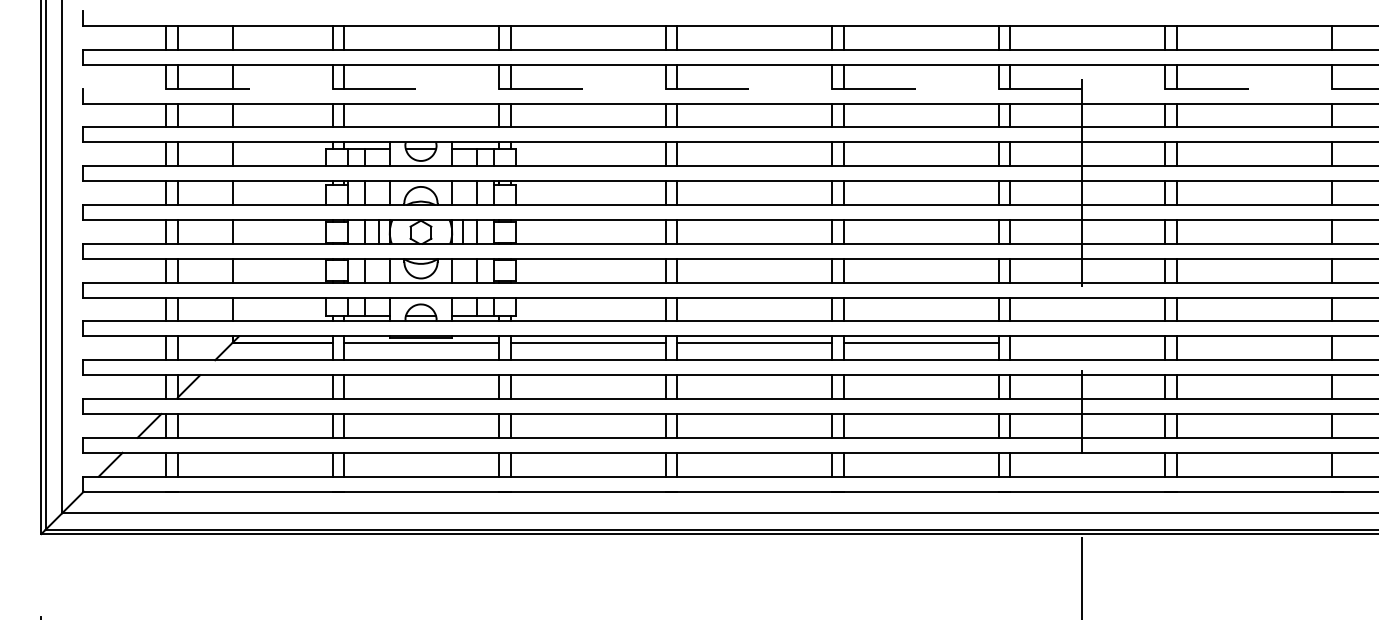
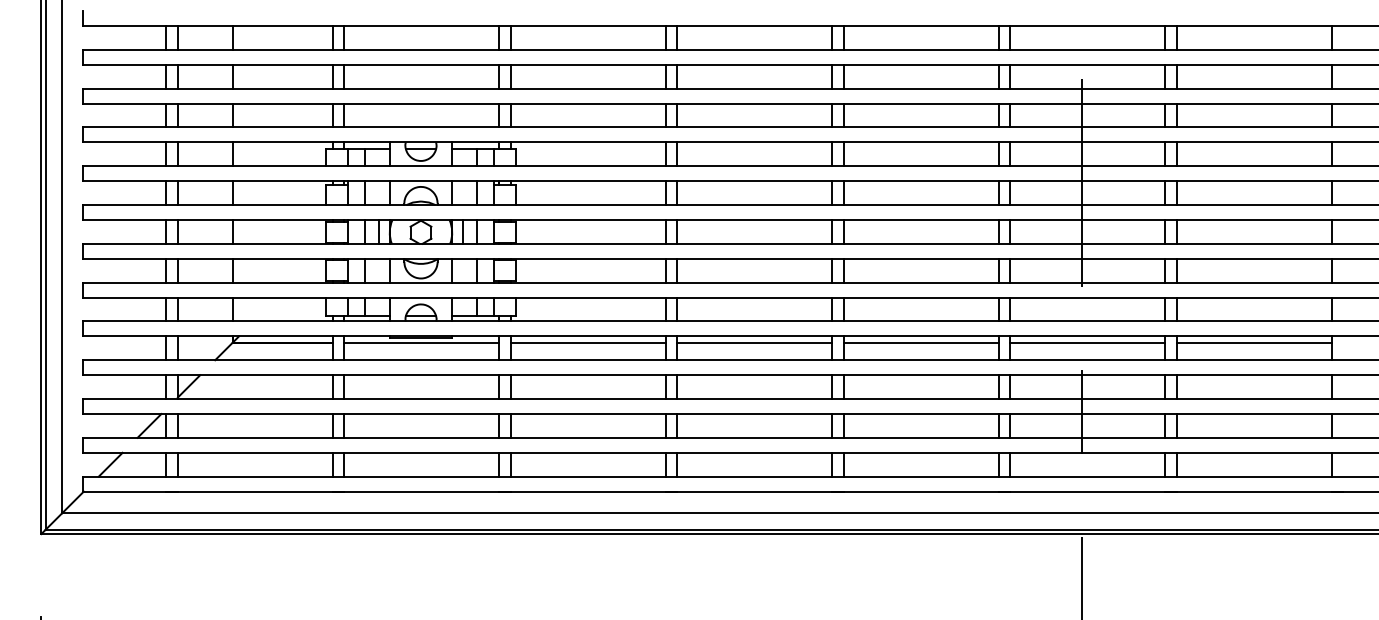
line at (730, 88): dashed -> solid
line at (1087, 342): none -> present
line at (1253, 342): none -> present
